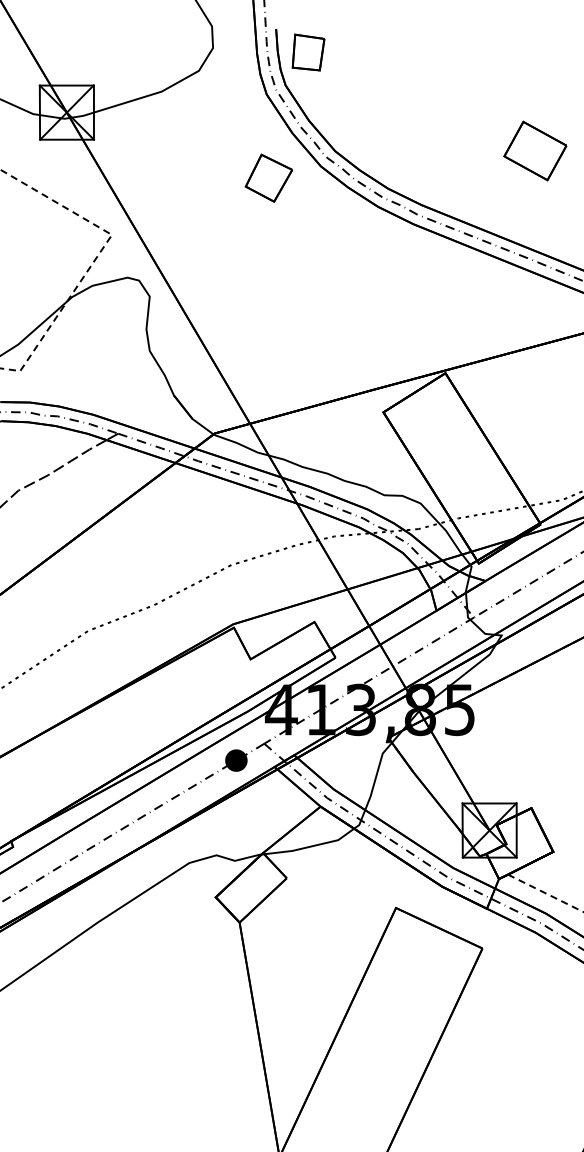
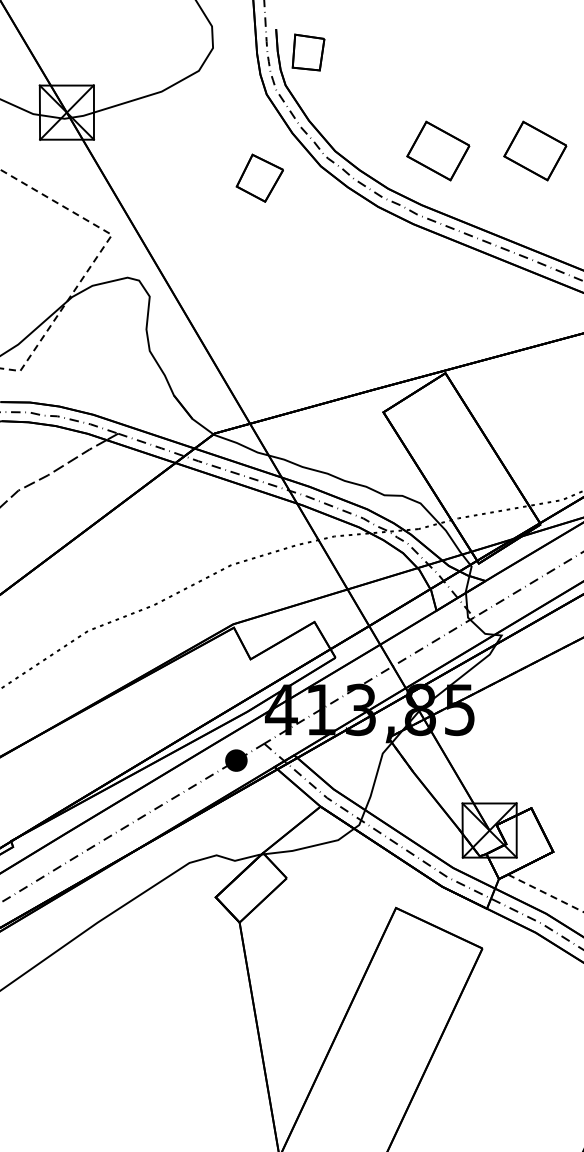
part at (438, 150): none -> present
part at (268, 177) position: (268, 177) -> (259, 177)
